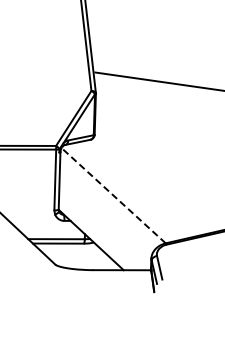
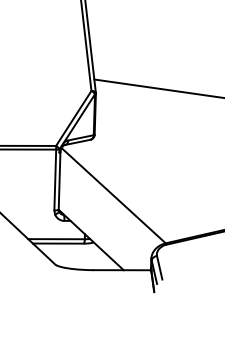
line at (158, 81) position: (158, 81) -> (157, 88)
line at (113, 195): dashed -> solid
